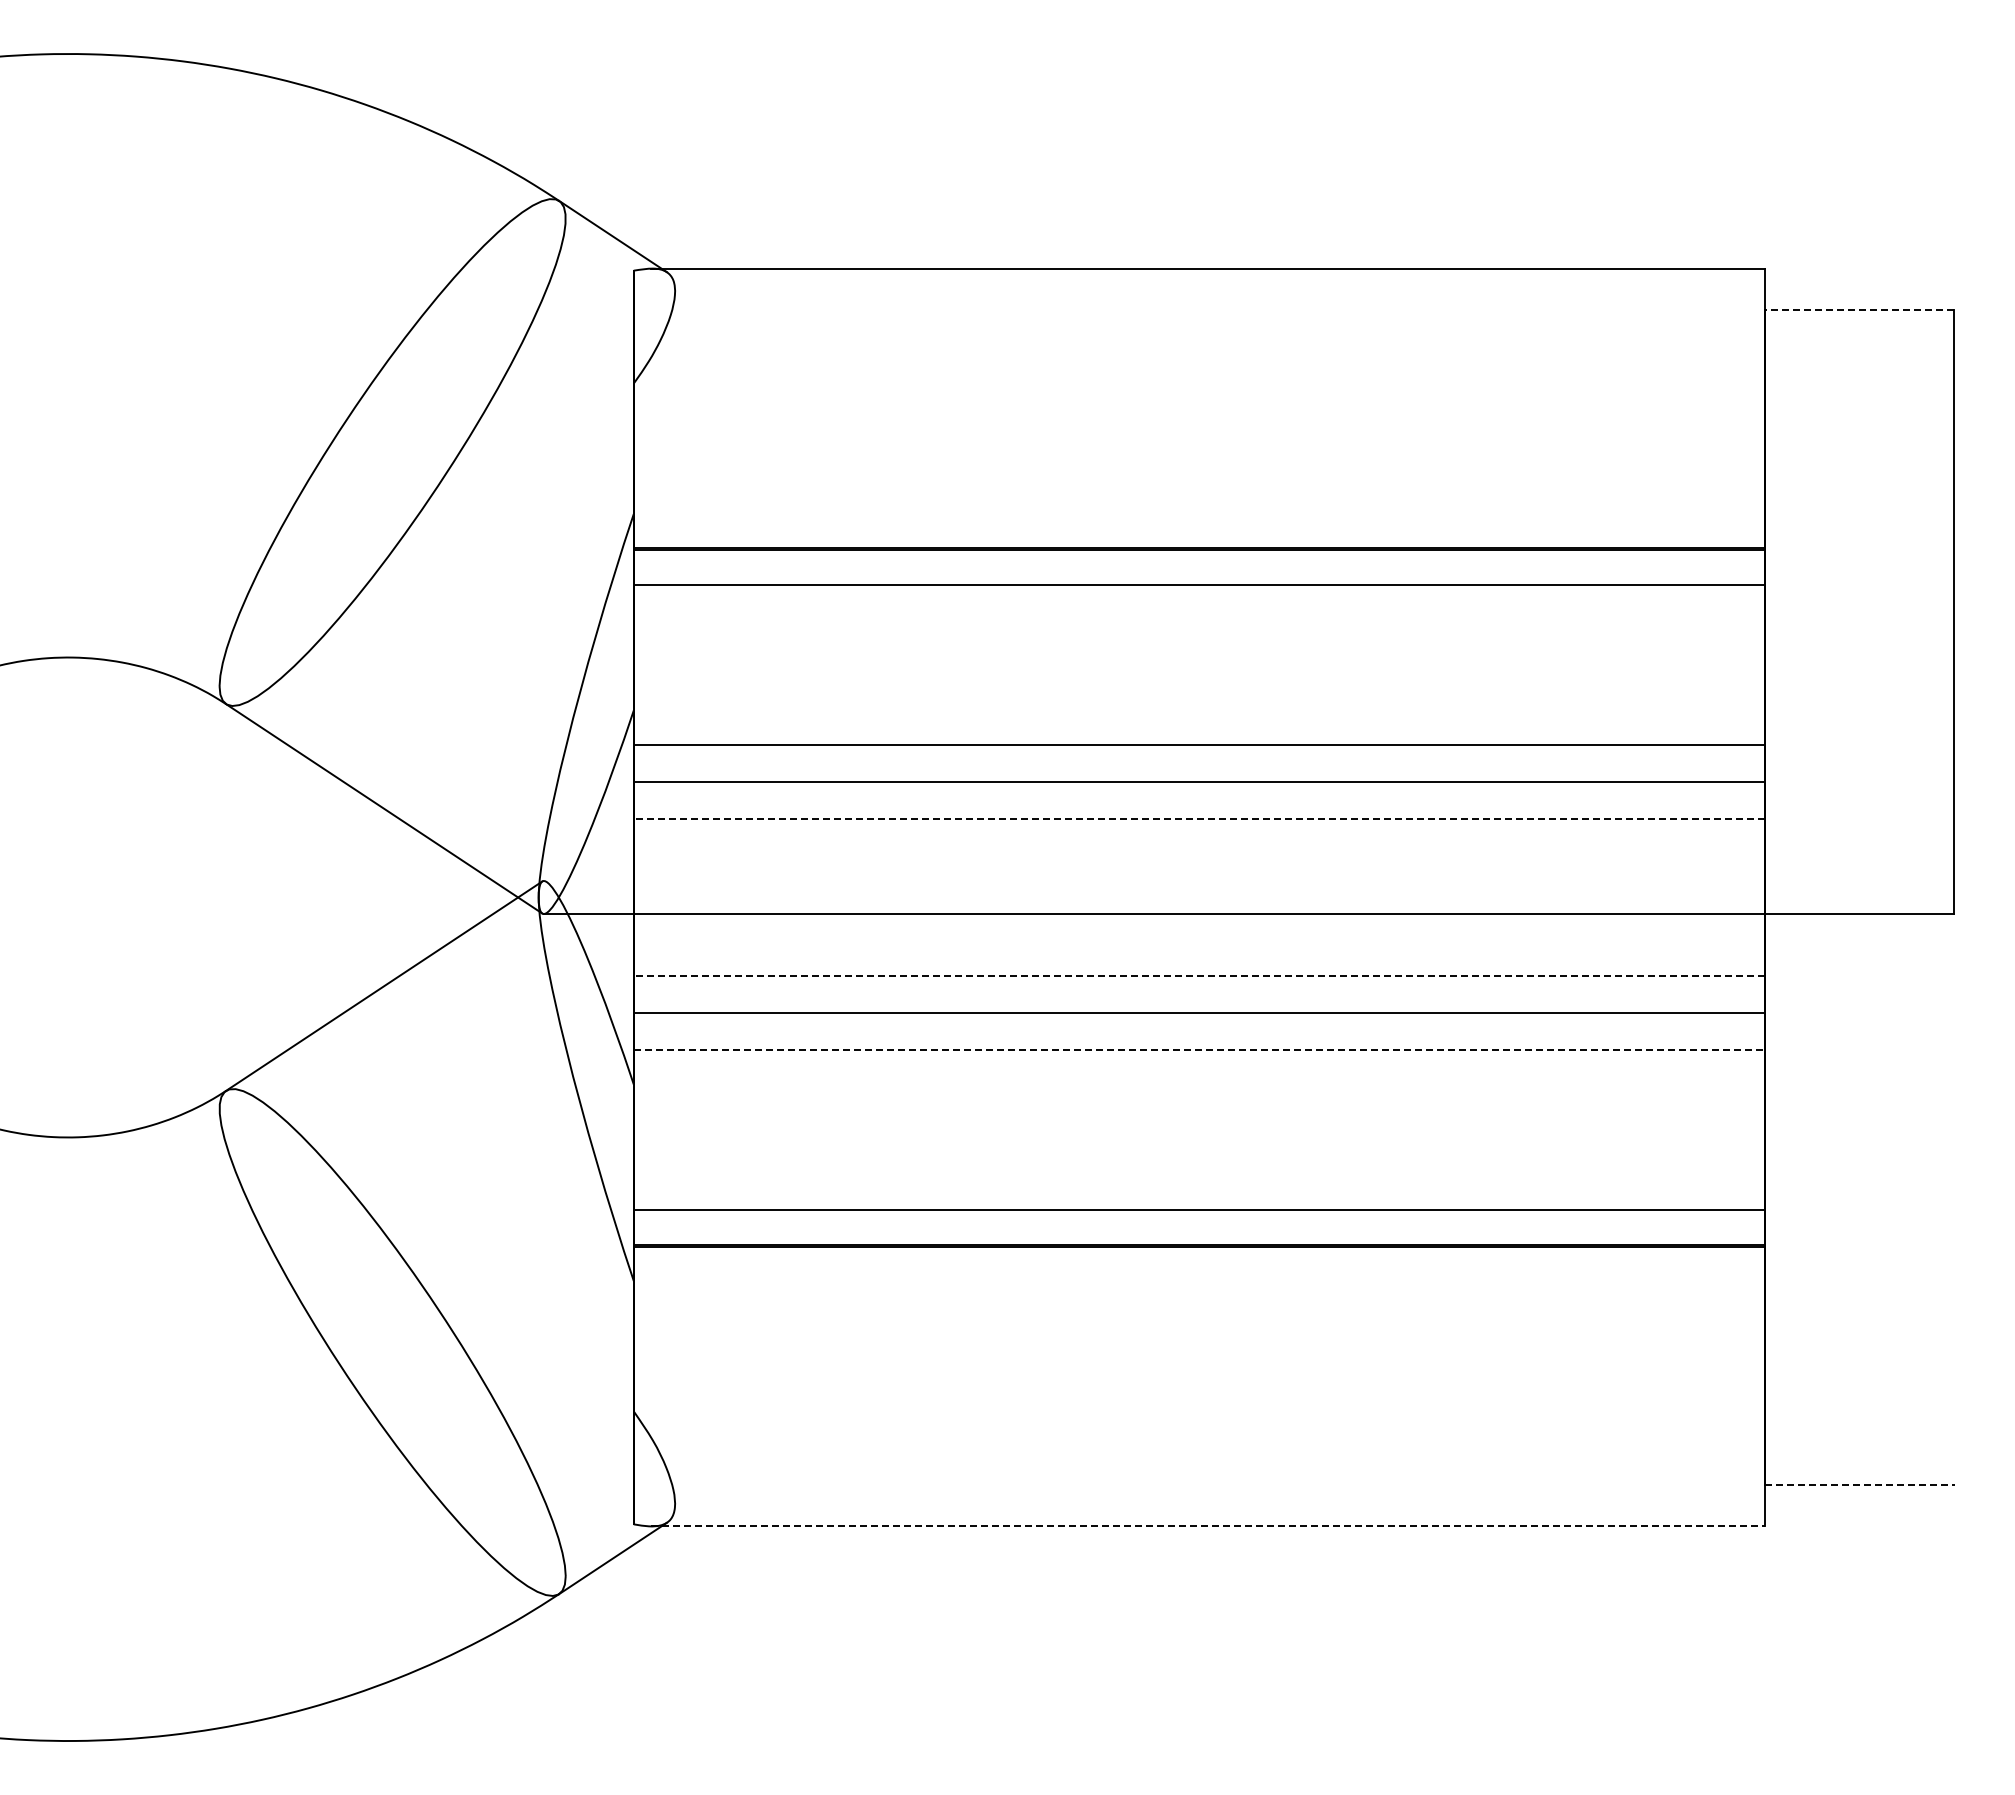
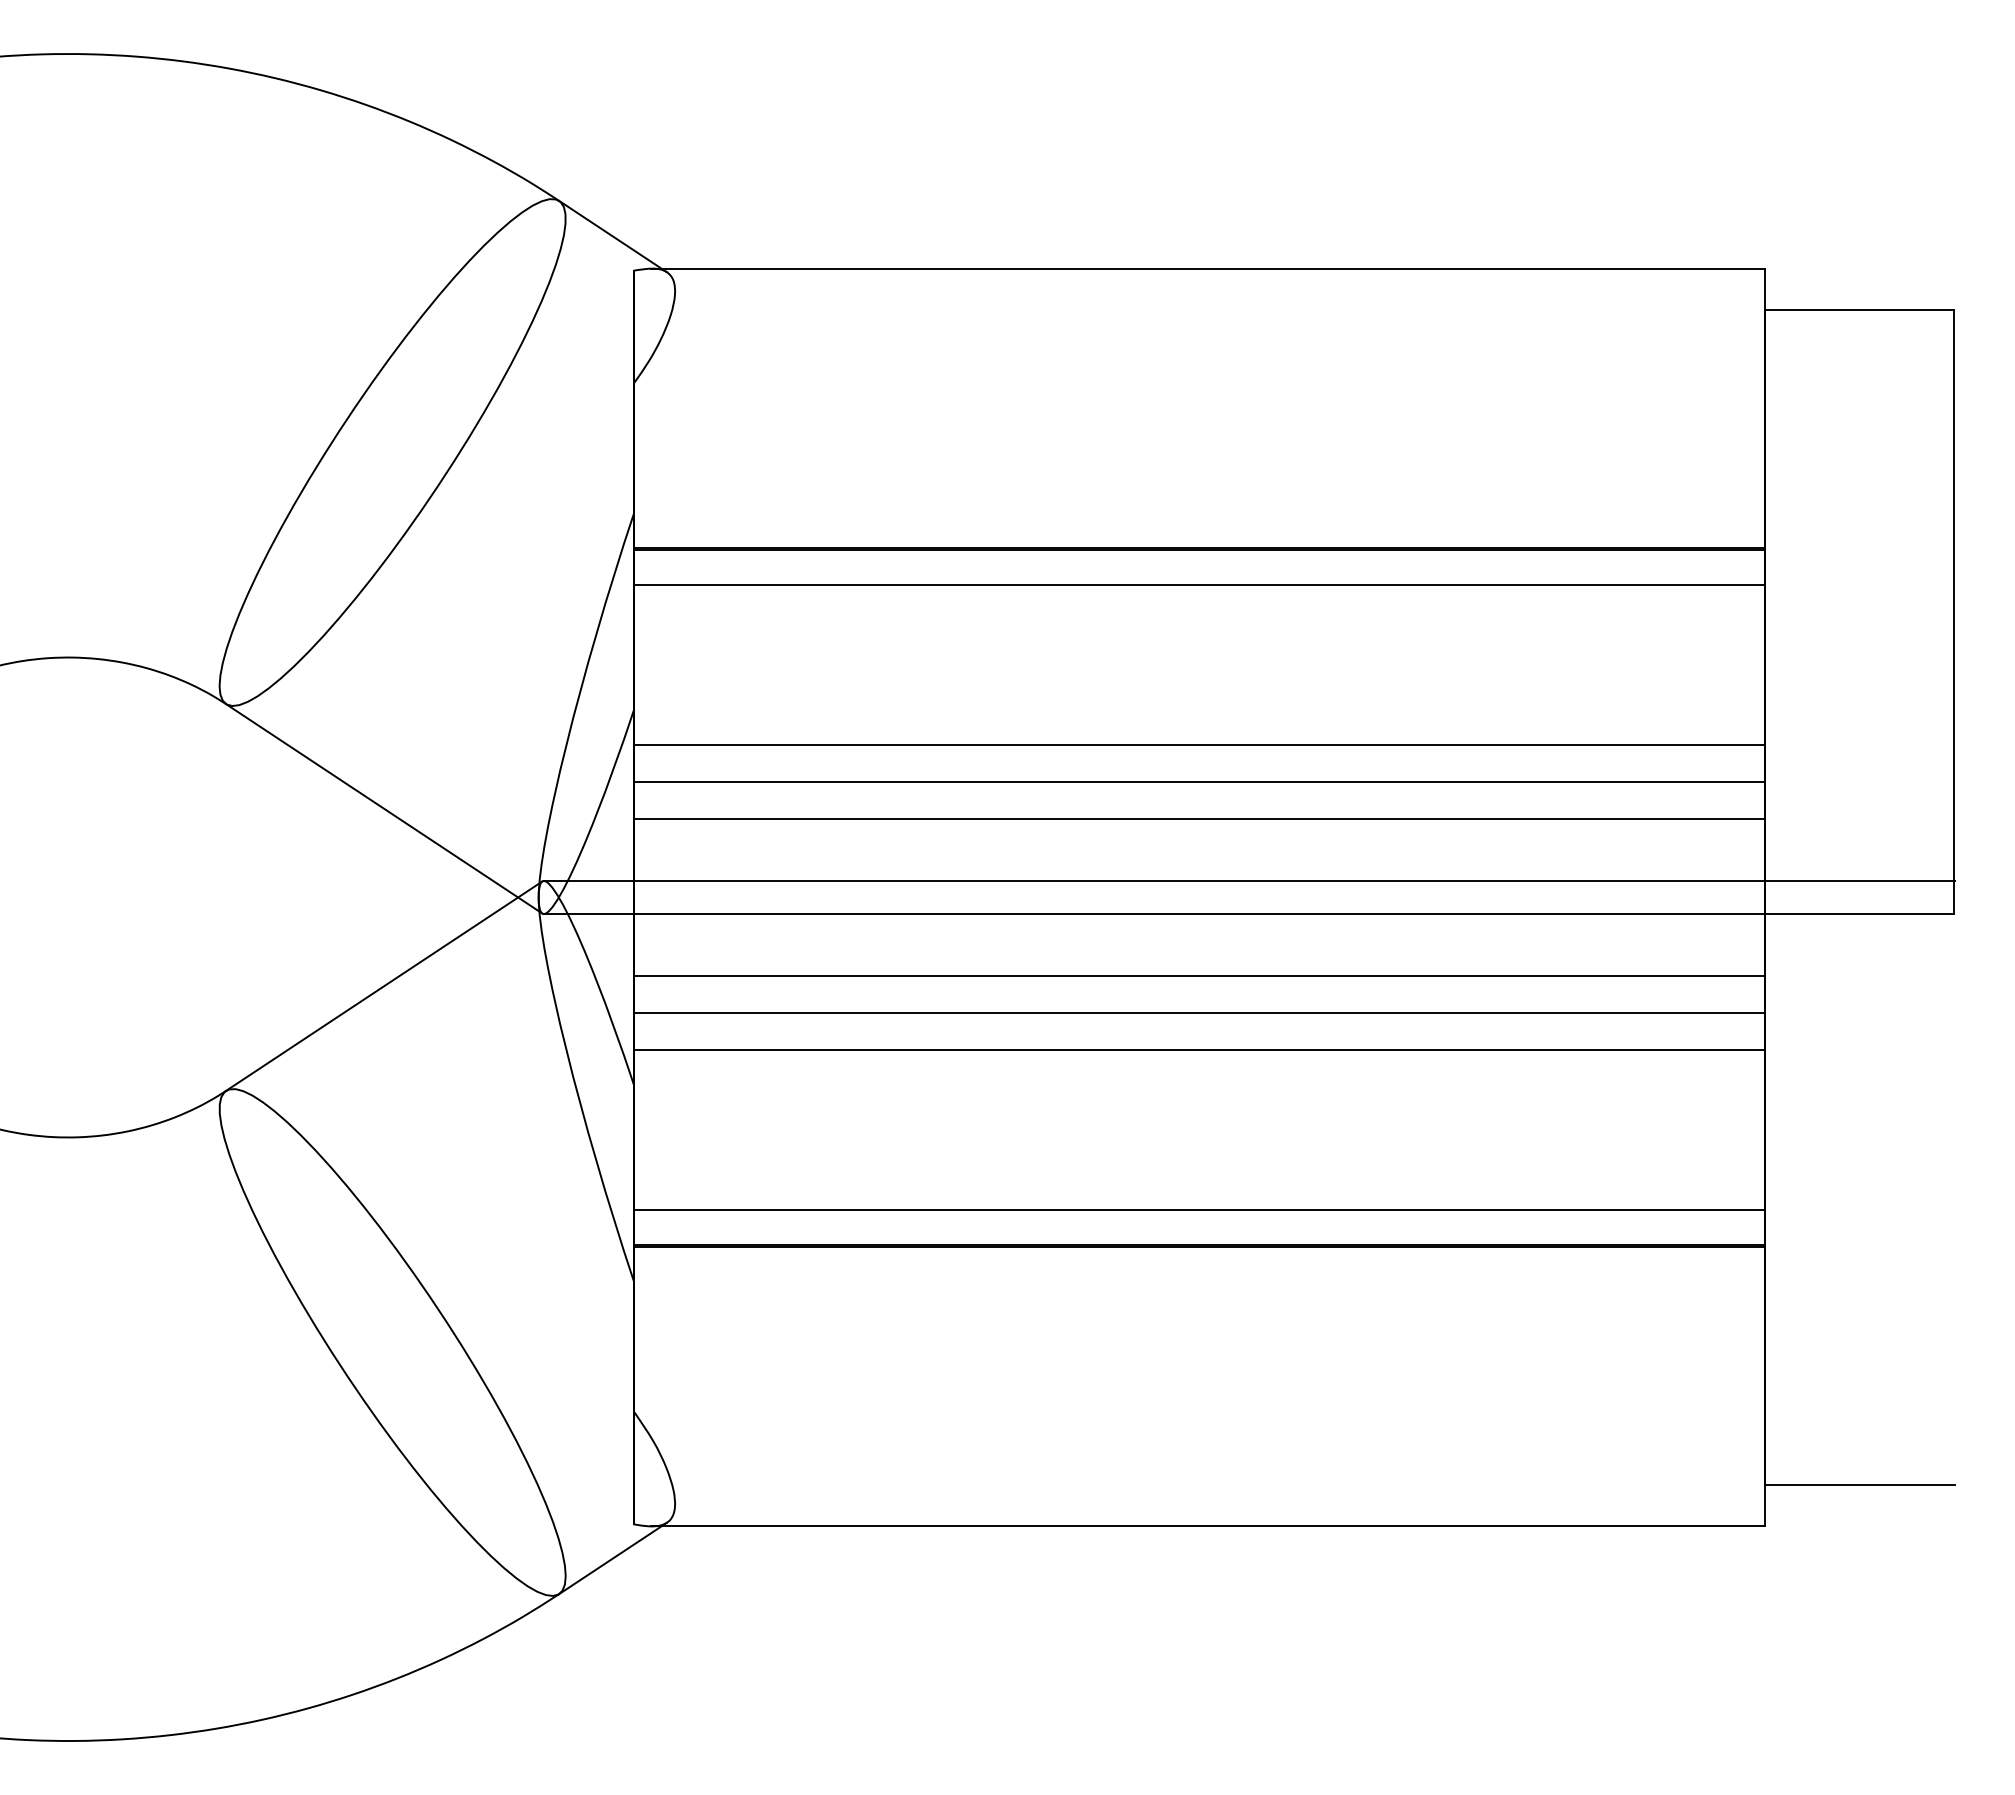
line at (1859, 310): dashed -> solid
line at (1199, 818): dashed -> solid
line at (1249, 881): none -> present
line at (1199, 976): dashed -> solid
line at (1199, 1049): dashed -> solid
line at (1860, 1484): dashed -> solid
line at (1208, 1526): dashed -> solid
